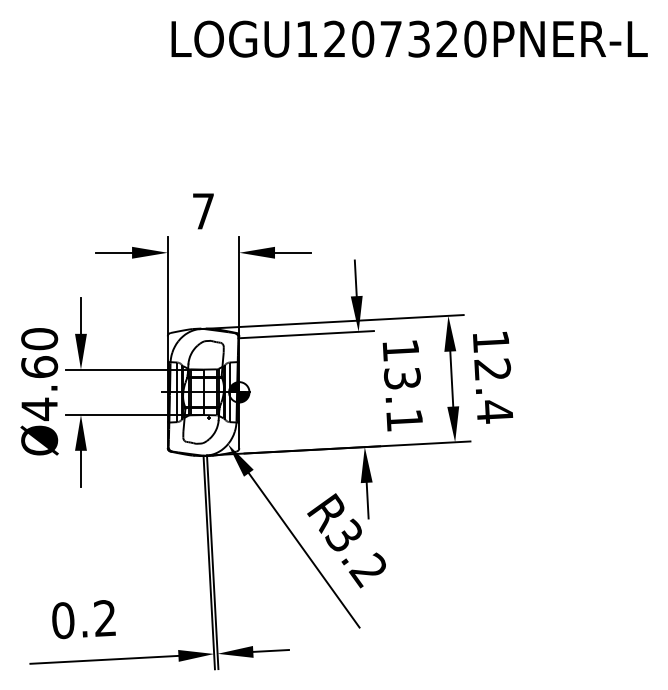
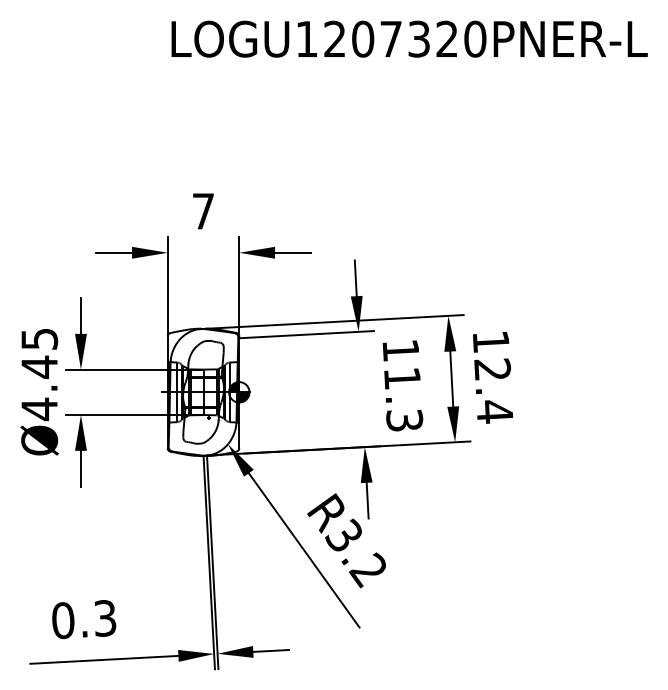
text at (39, 353): Ø4.60 -> Ø4.45
text at (403, 399): 13.1 -> 11.3
text at (105, 618): 0.2 -> 0.3
